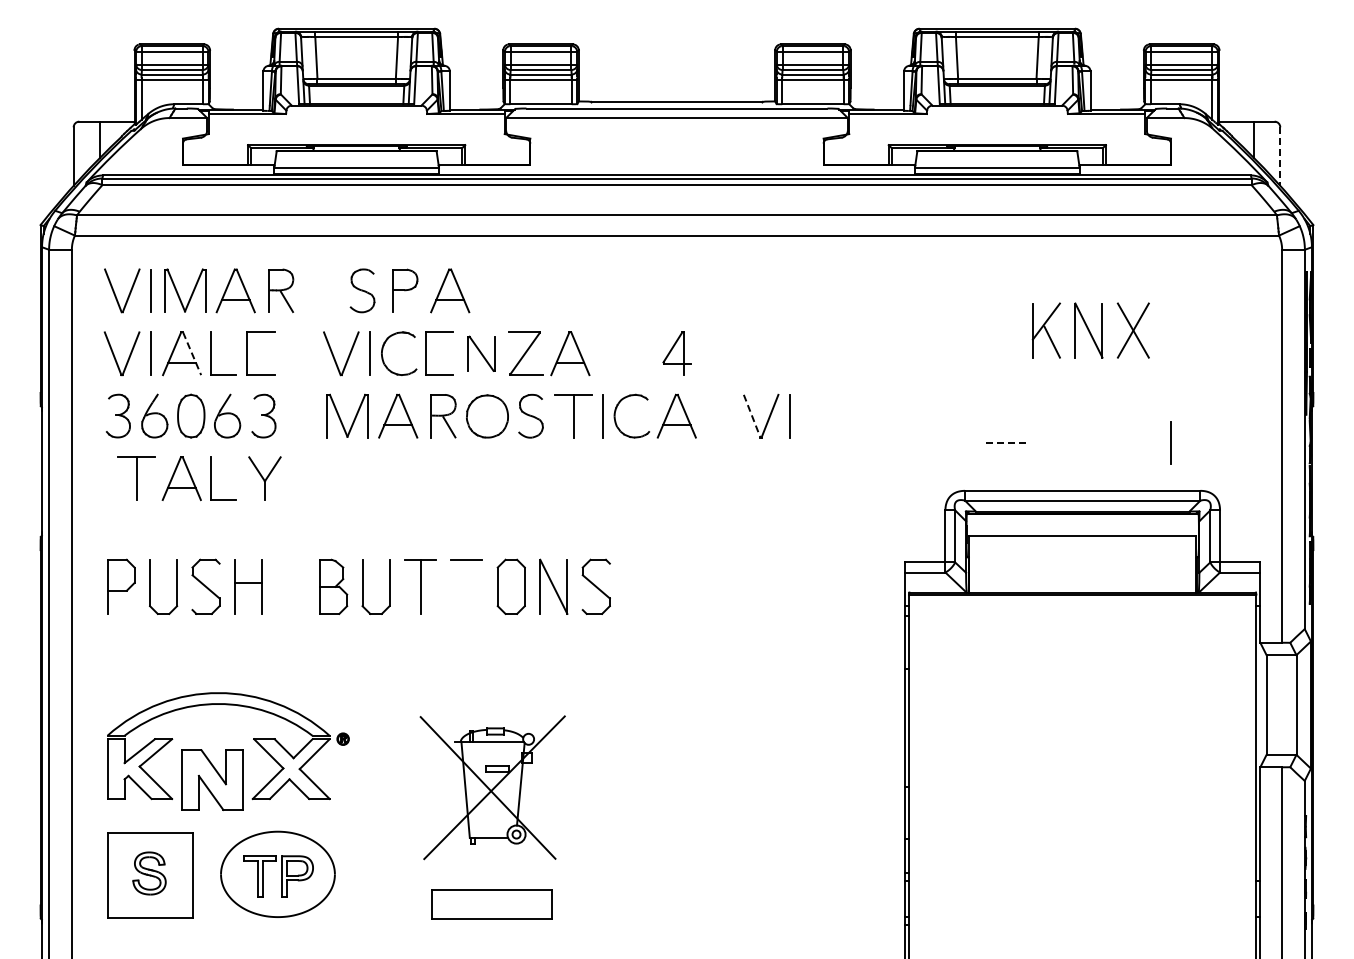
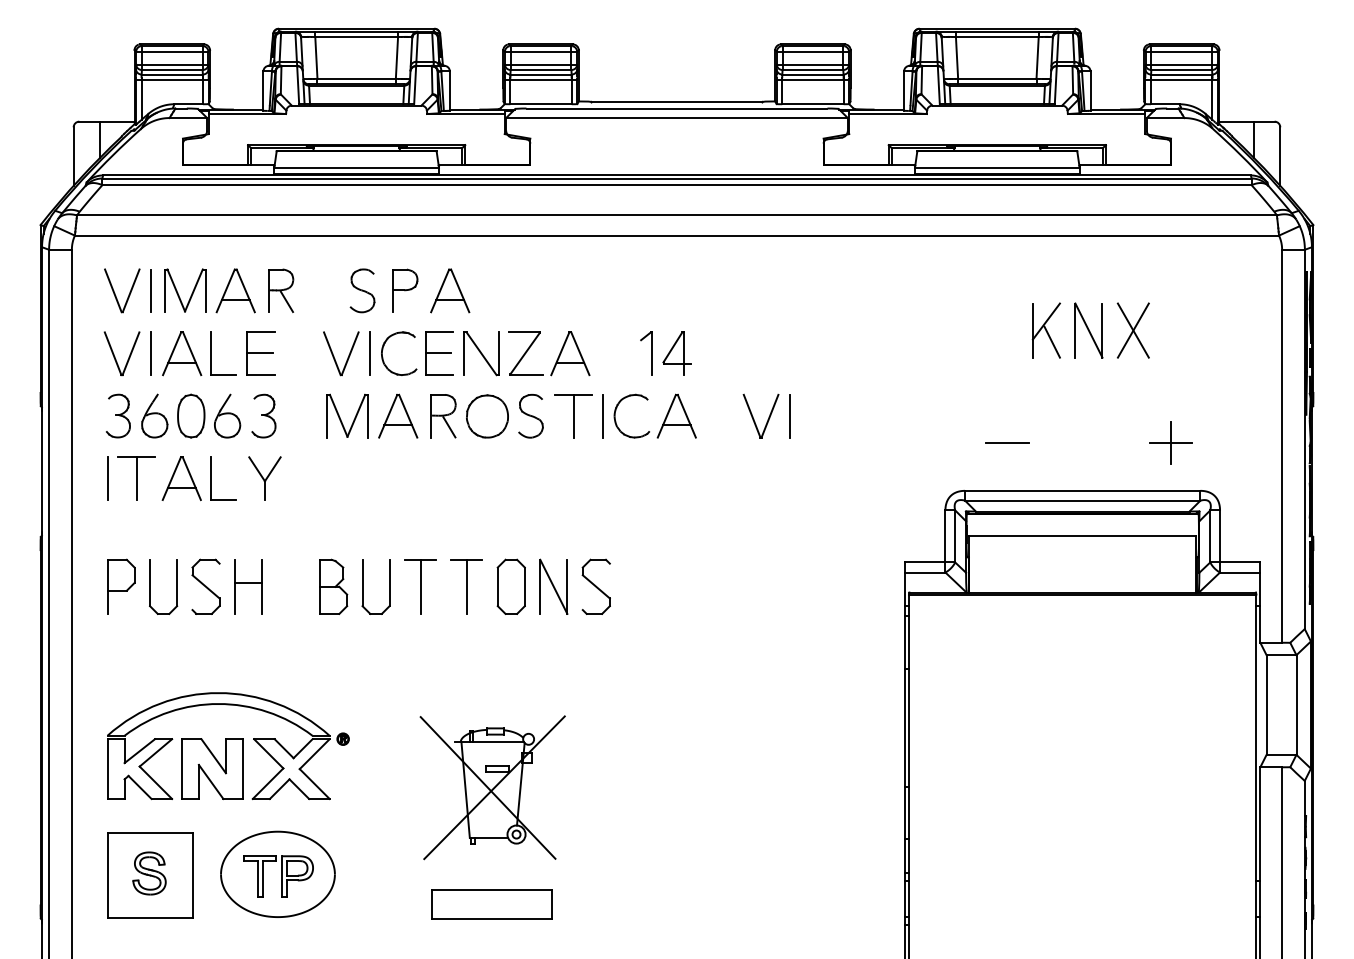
line at (1280, 157): dashed -> solid
line at (259, 352): none -> present
line at (438, 352): none -> present
part at (481, 353) size: 29x37 px -> 37x46 px
part at (646, 353): none -> present
line at (192, 354): dashed -> solid
line at (752, 416): dashed -> solid
line at (1007, 443): dashed -> solid
line at (1170, 443): none -> present
line at (107, 478): none -> present
line at (466, 586): none -> present
part at (212, 779) position: (212, 779) -> (212, 768)
